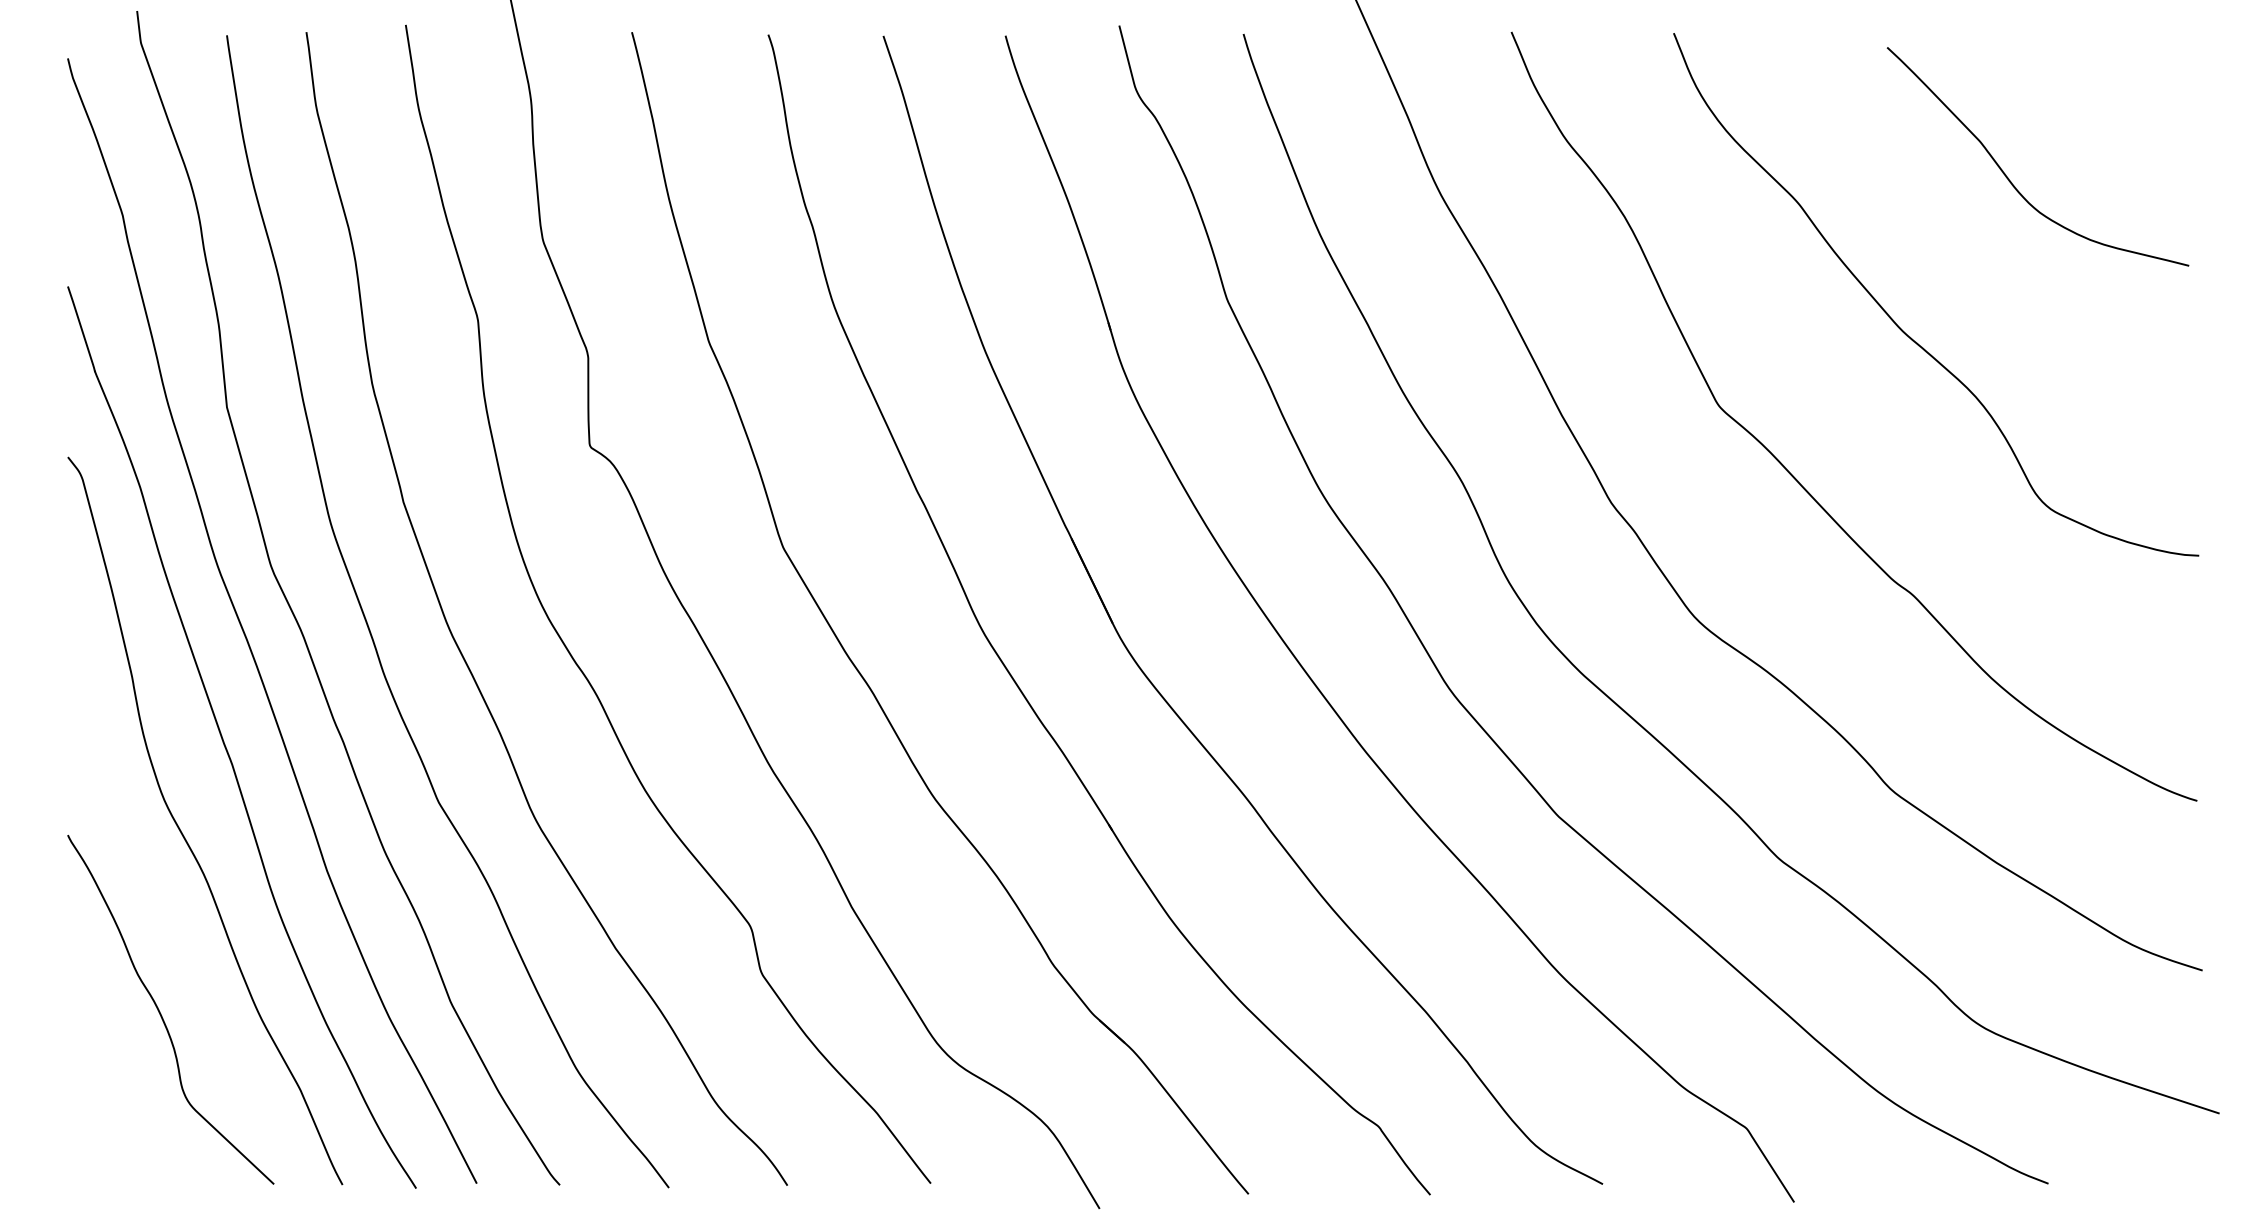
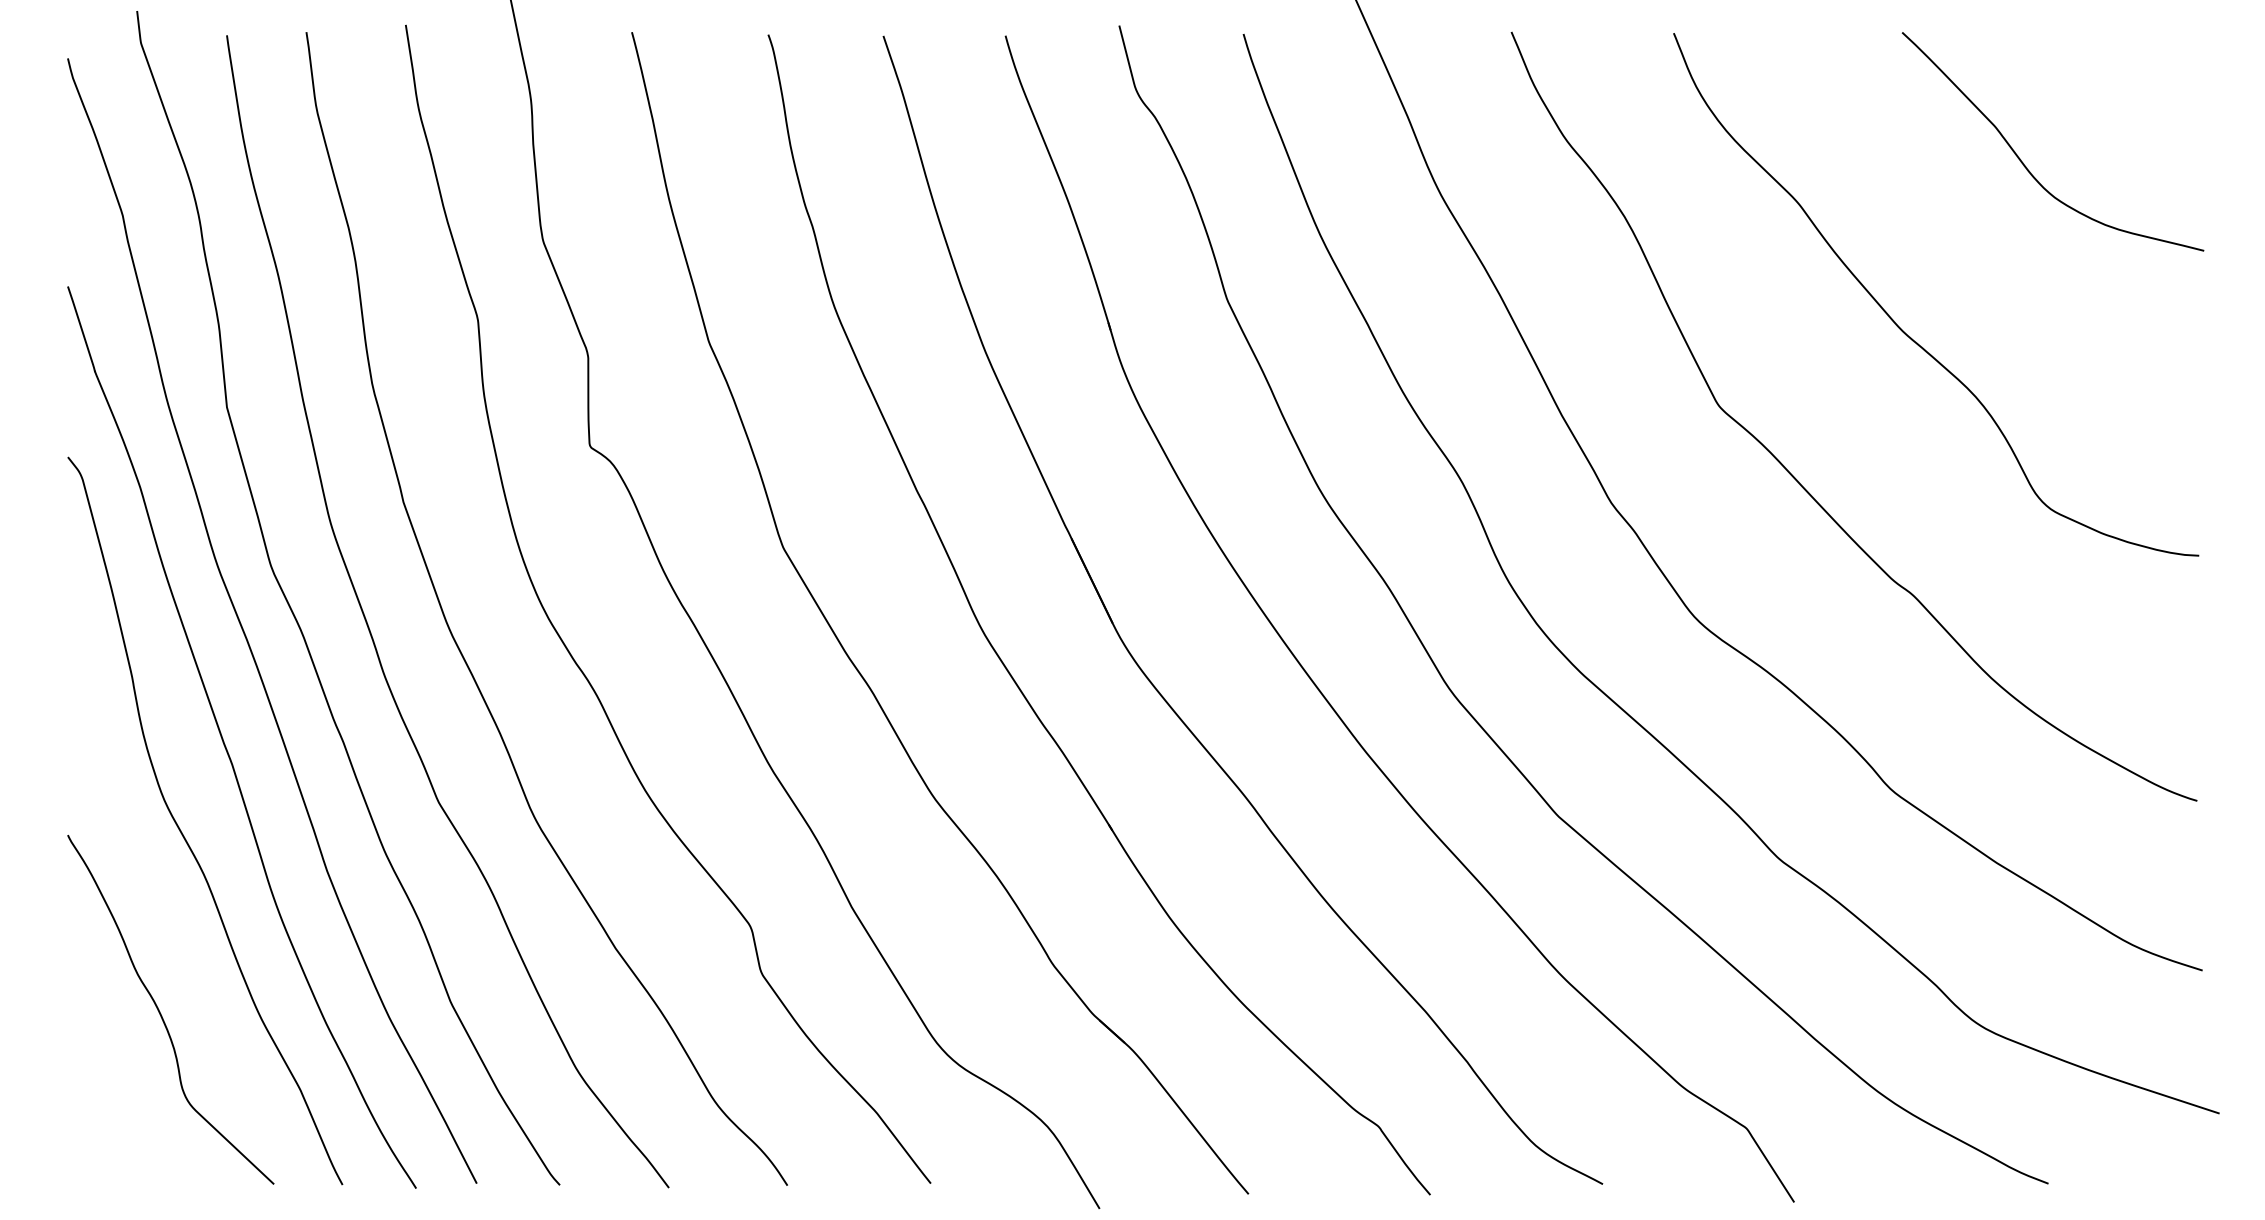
curve at (2008, 177) position: (2008, 177) -> (2023, 162)
